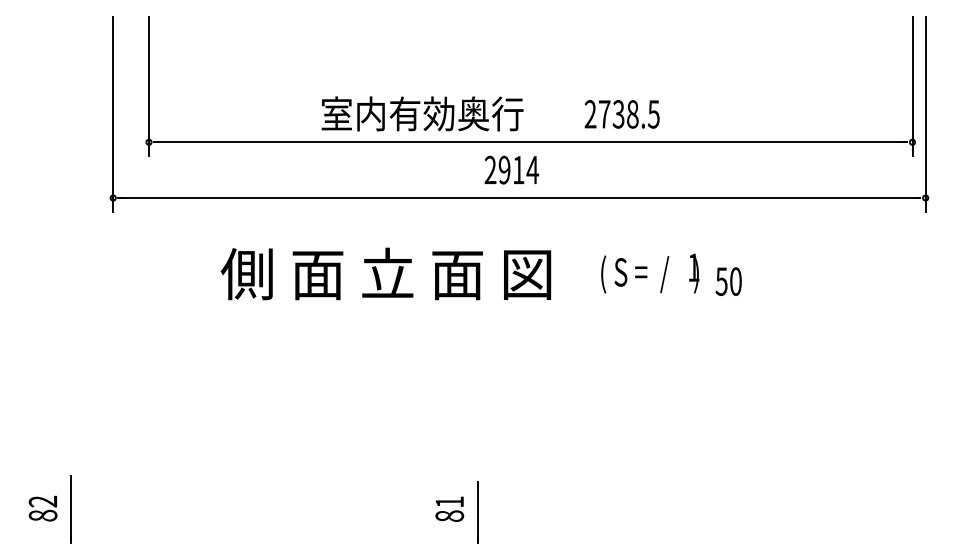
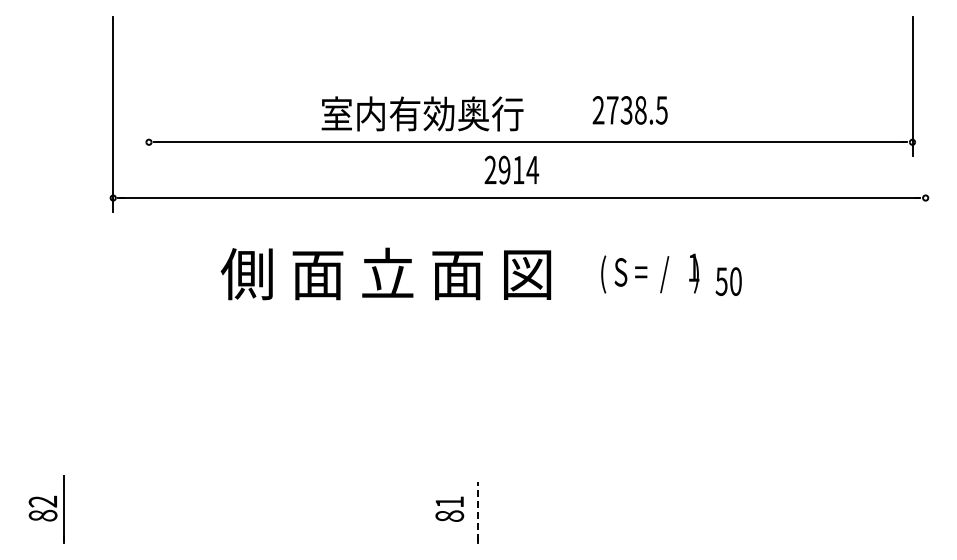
line at (148, 86): present -> none
line at (925, 113): present -> none
text at (621, 114) position: (621, 114) -> (629, 110)
line at (70, 509) position: (70, 509) -> (63, 509)
line at (477, 511): solid -> dashed
